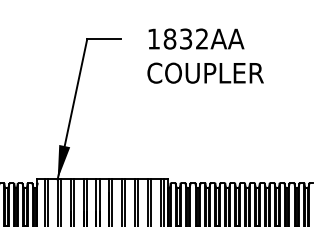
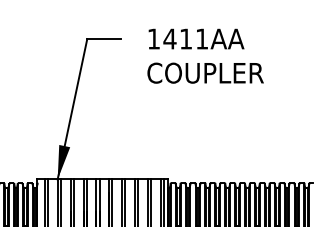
text at (185, 38): 1832AA -> 1411AA
